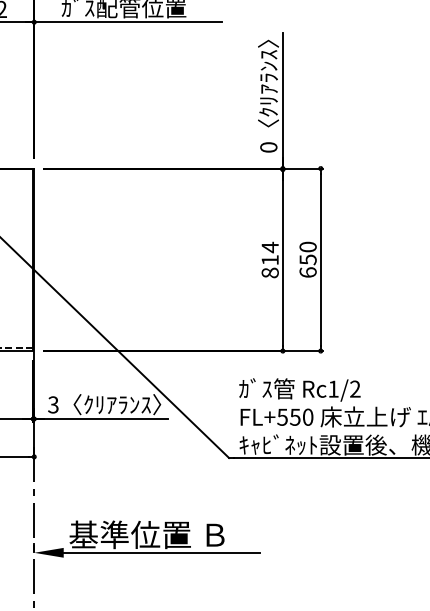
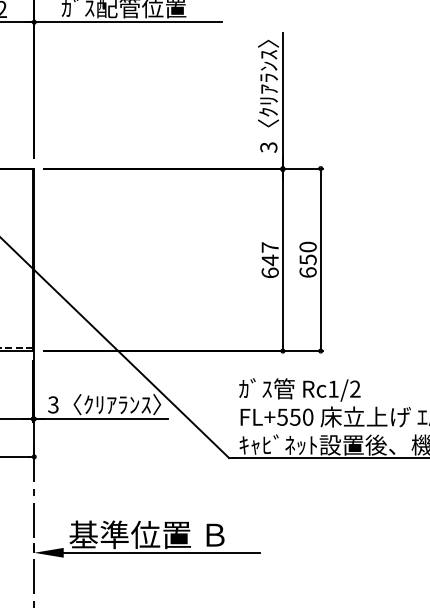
text at (268, 147): 0 -> 3
text at (269, 259): 814 -> 647
